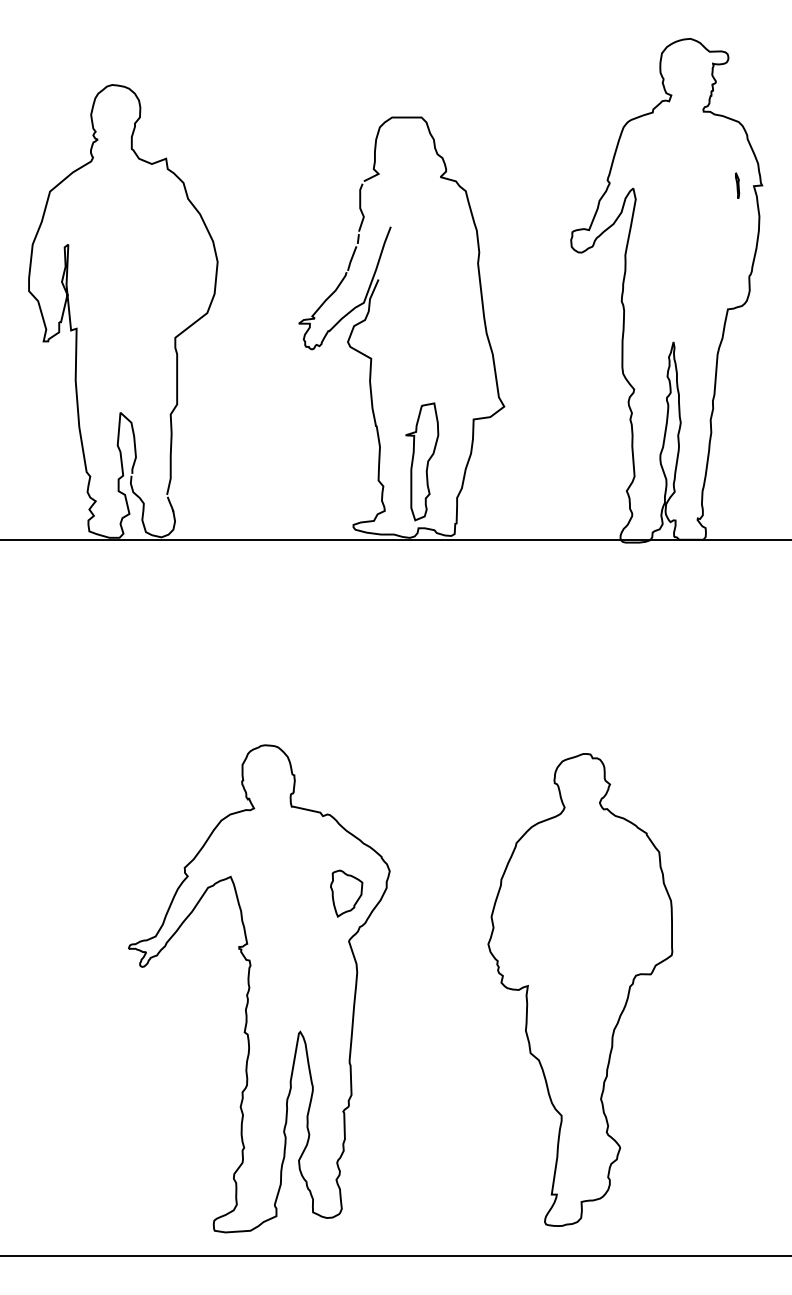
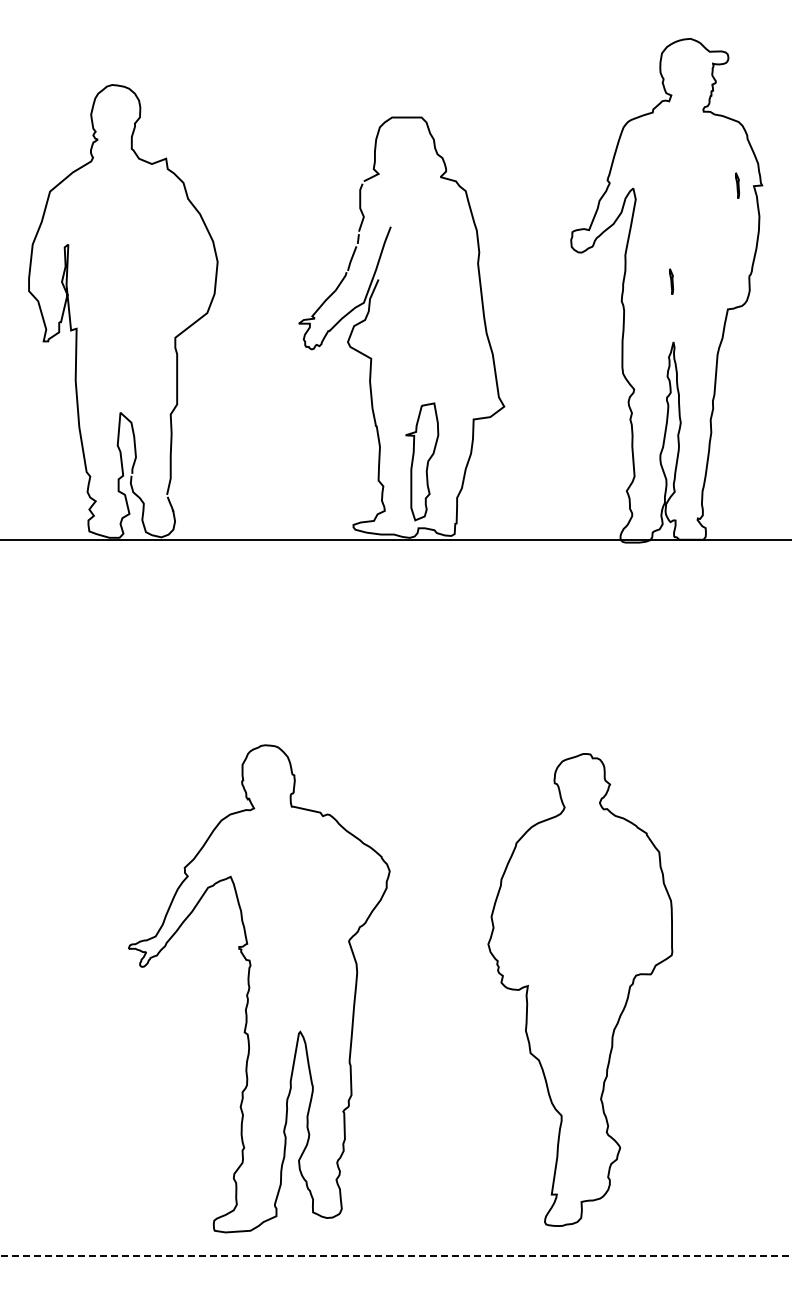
line at (671, 281): none -> present
part at (346, 893): present -> none
line at (396, 1256): solid -> dashed
